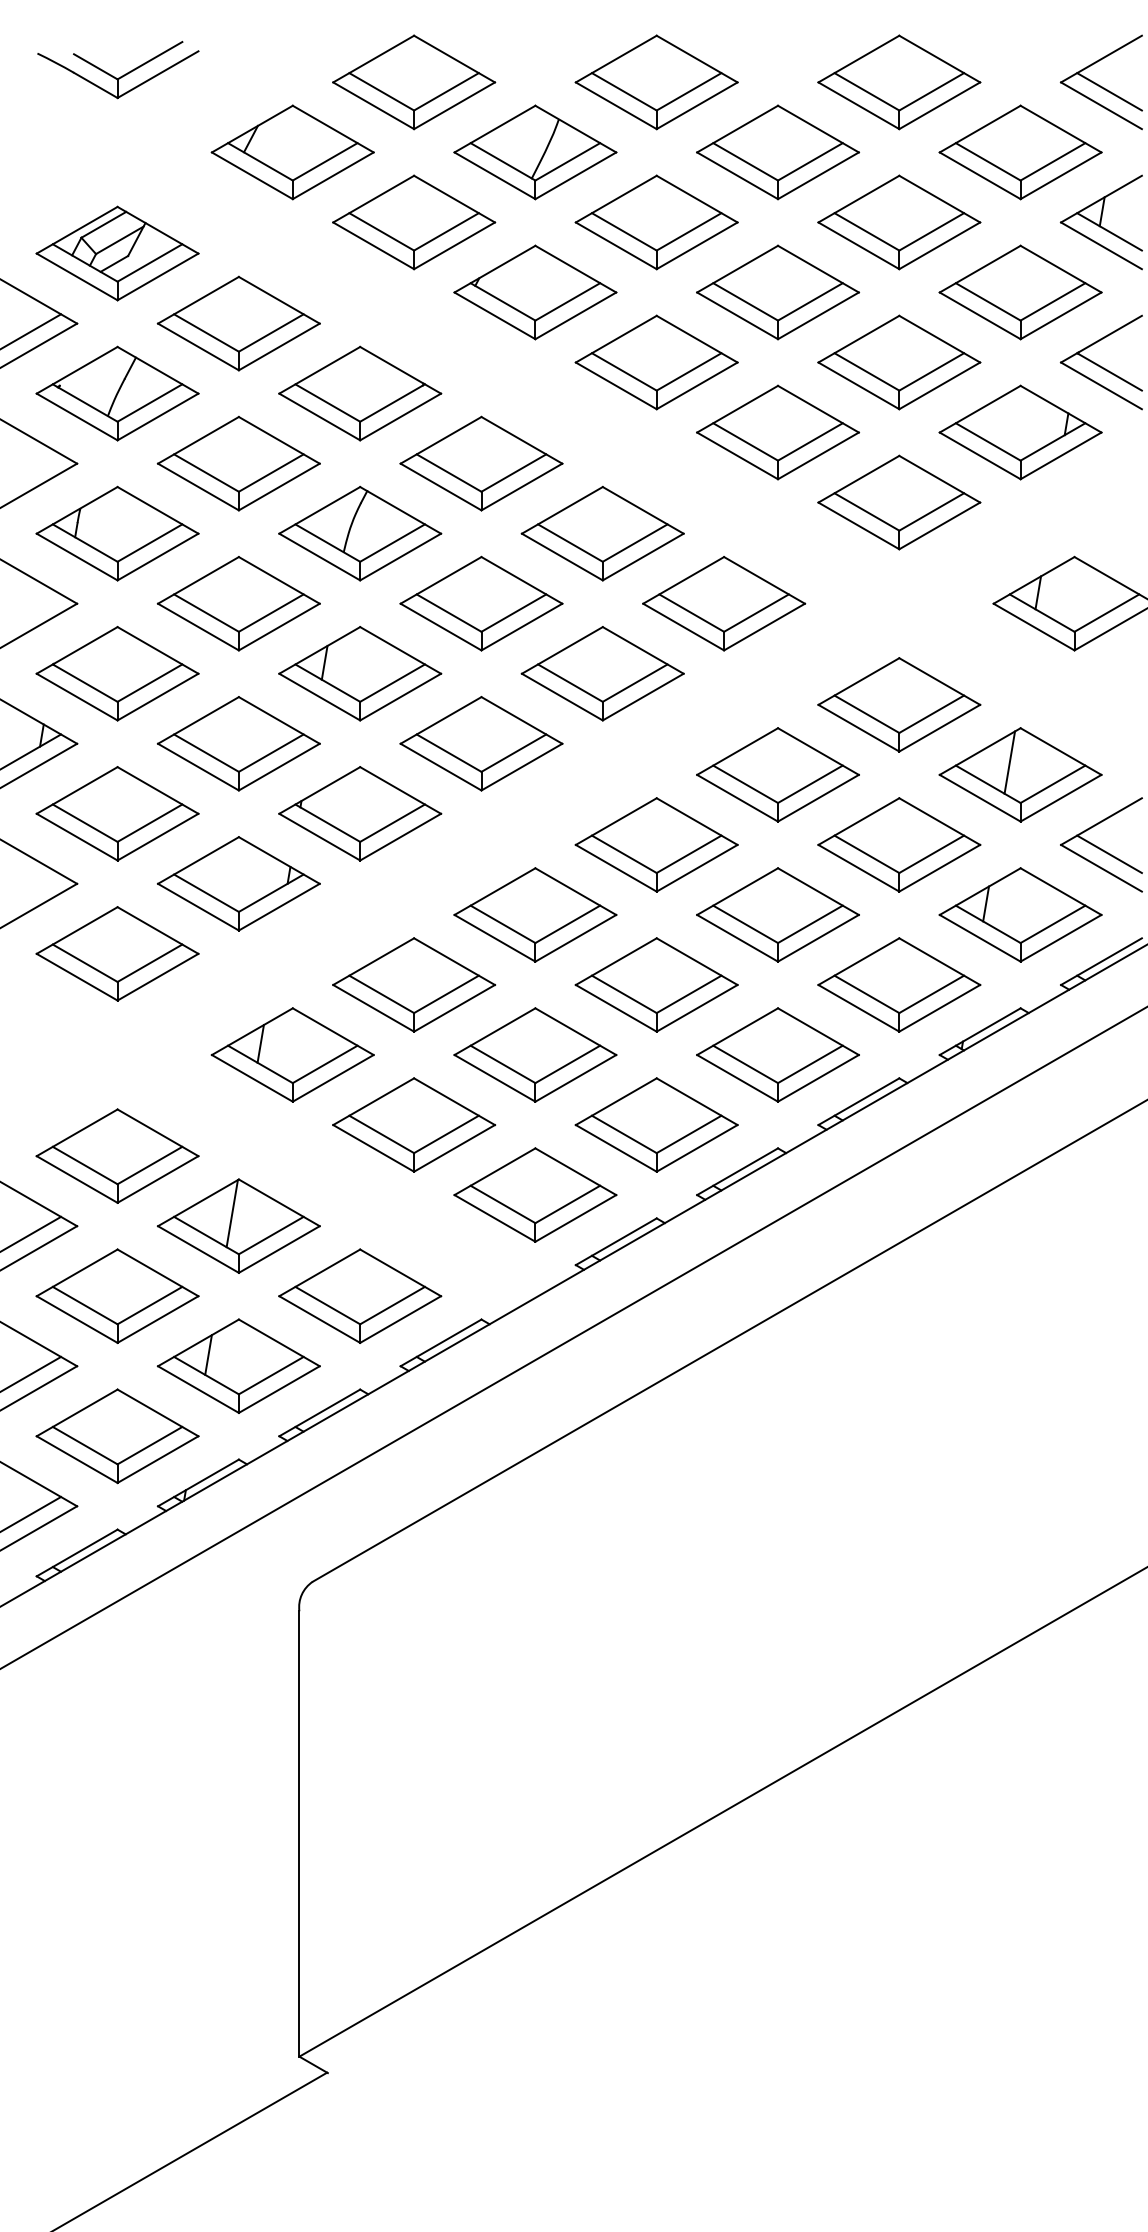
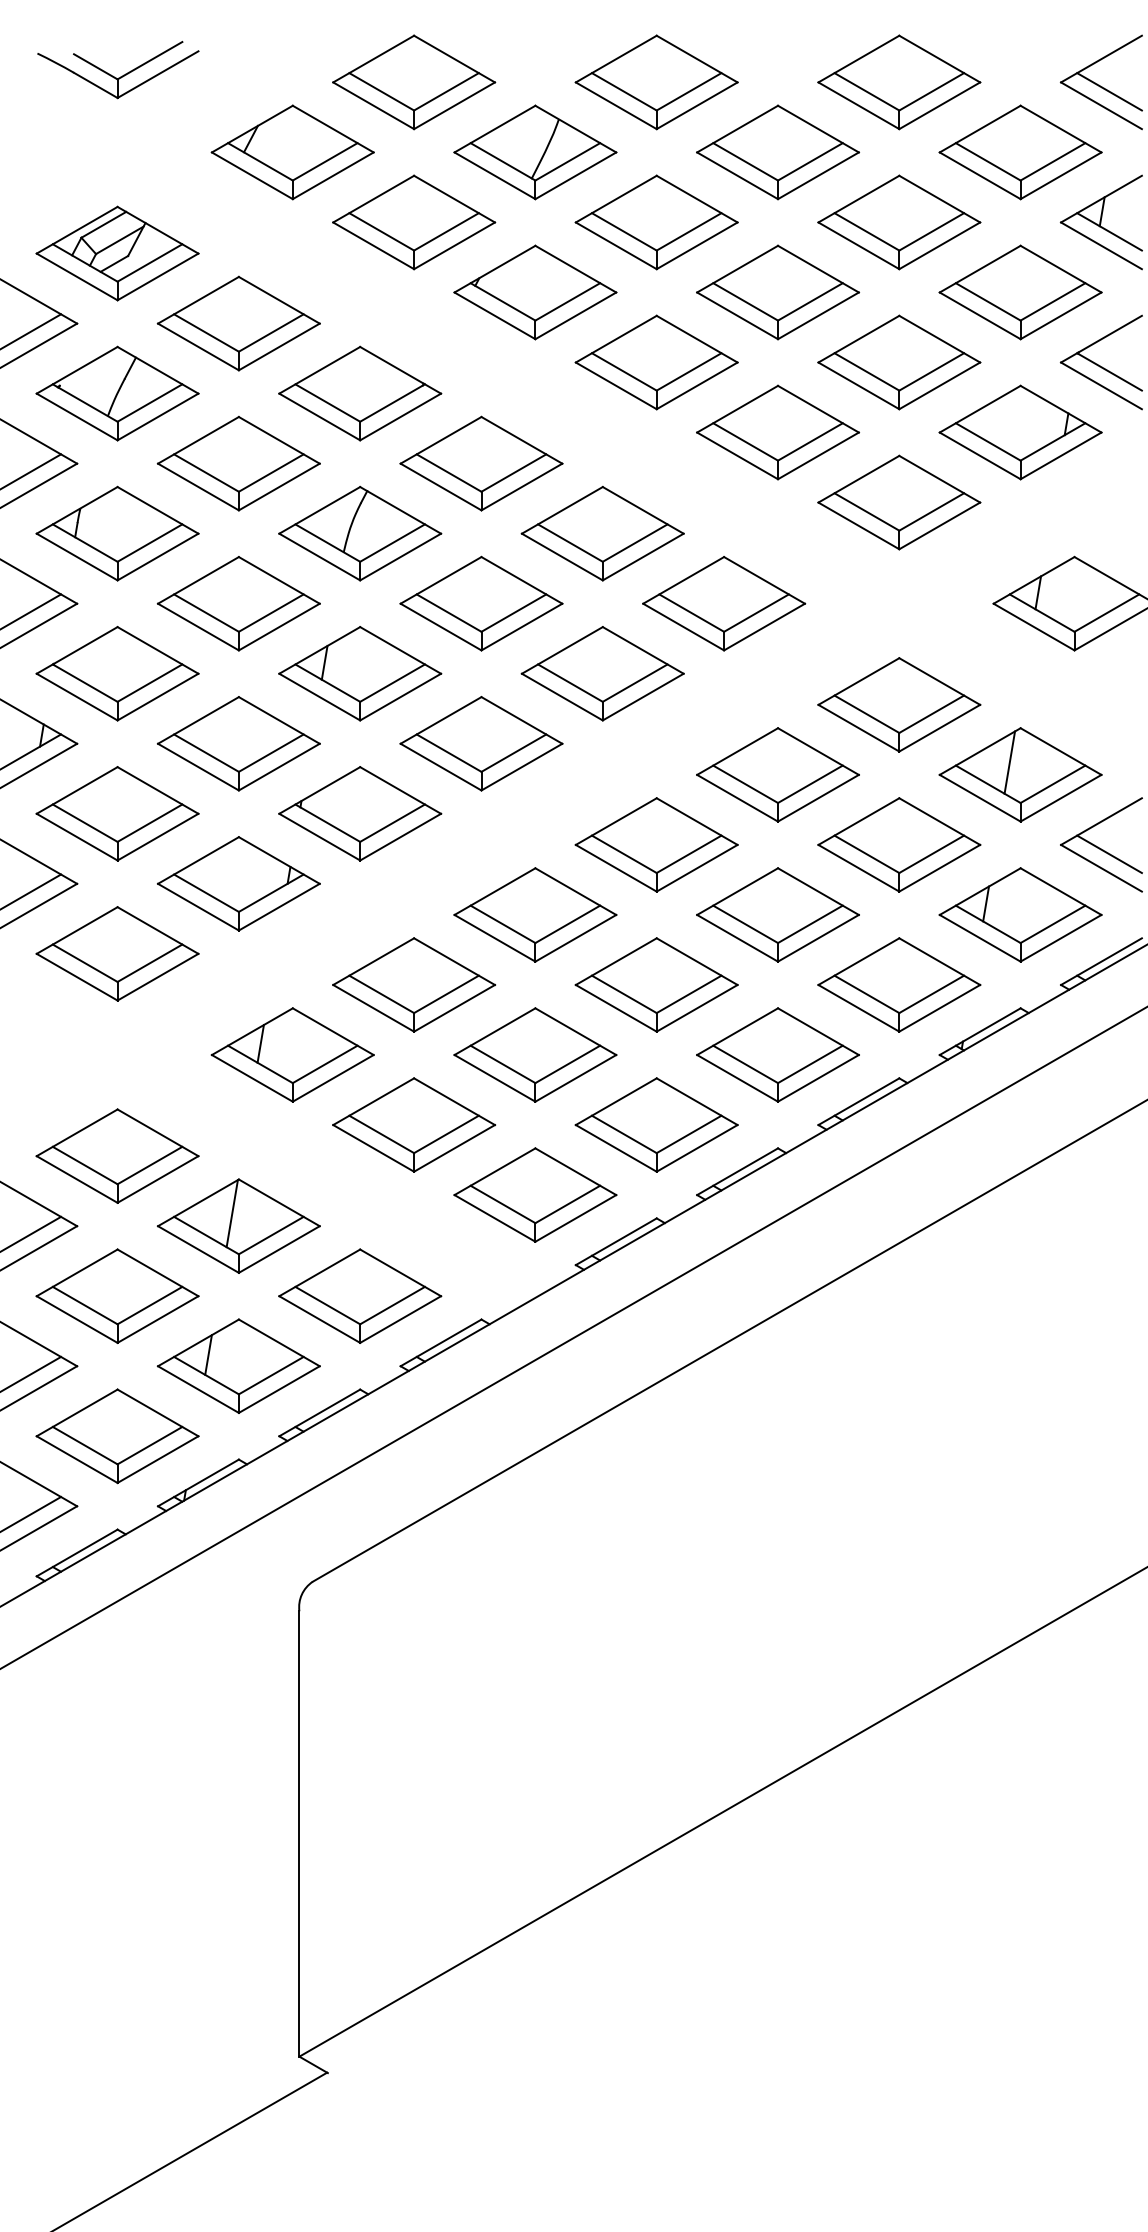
line at (31, 471): none -> present
line at (31, 611): none -> present
line at (31, 891): none -> present
